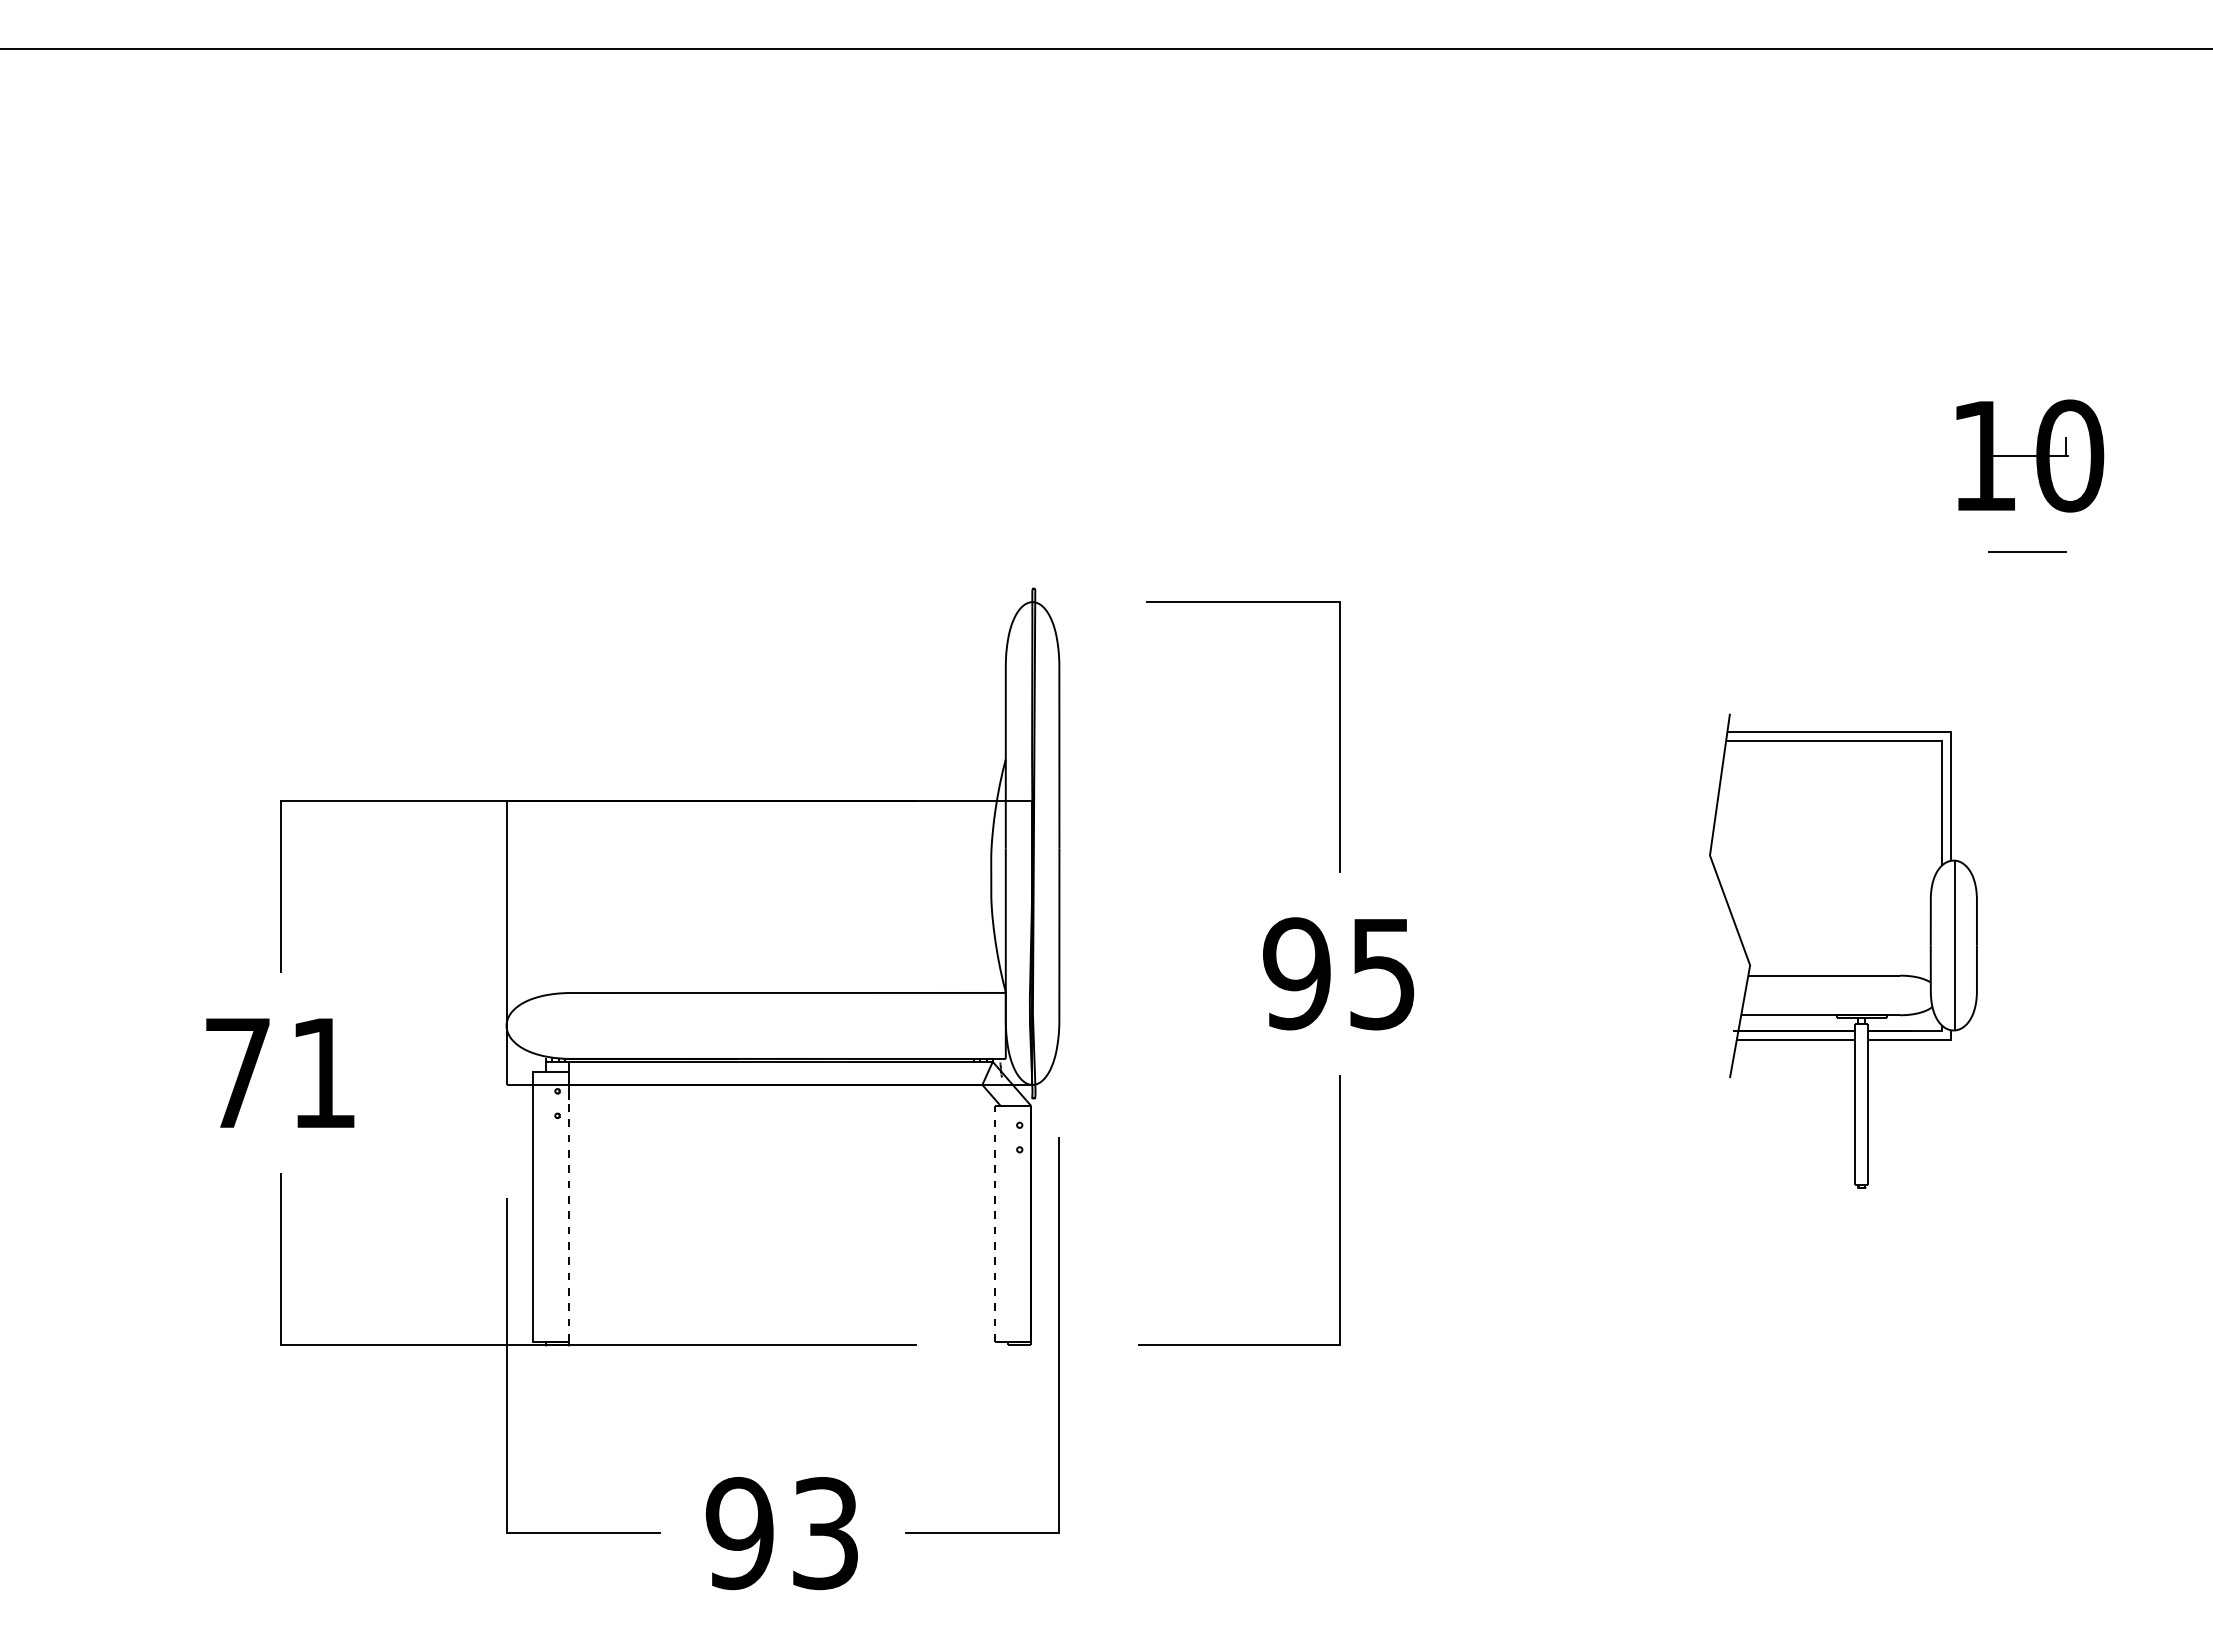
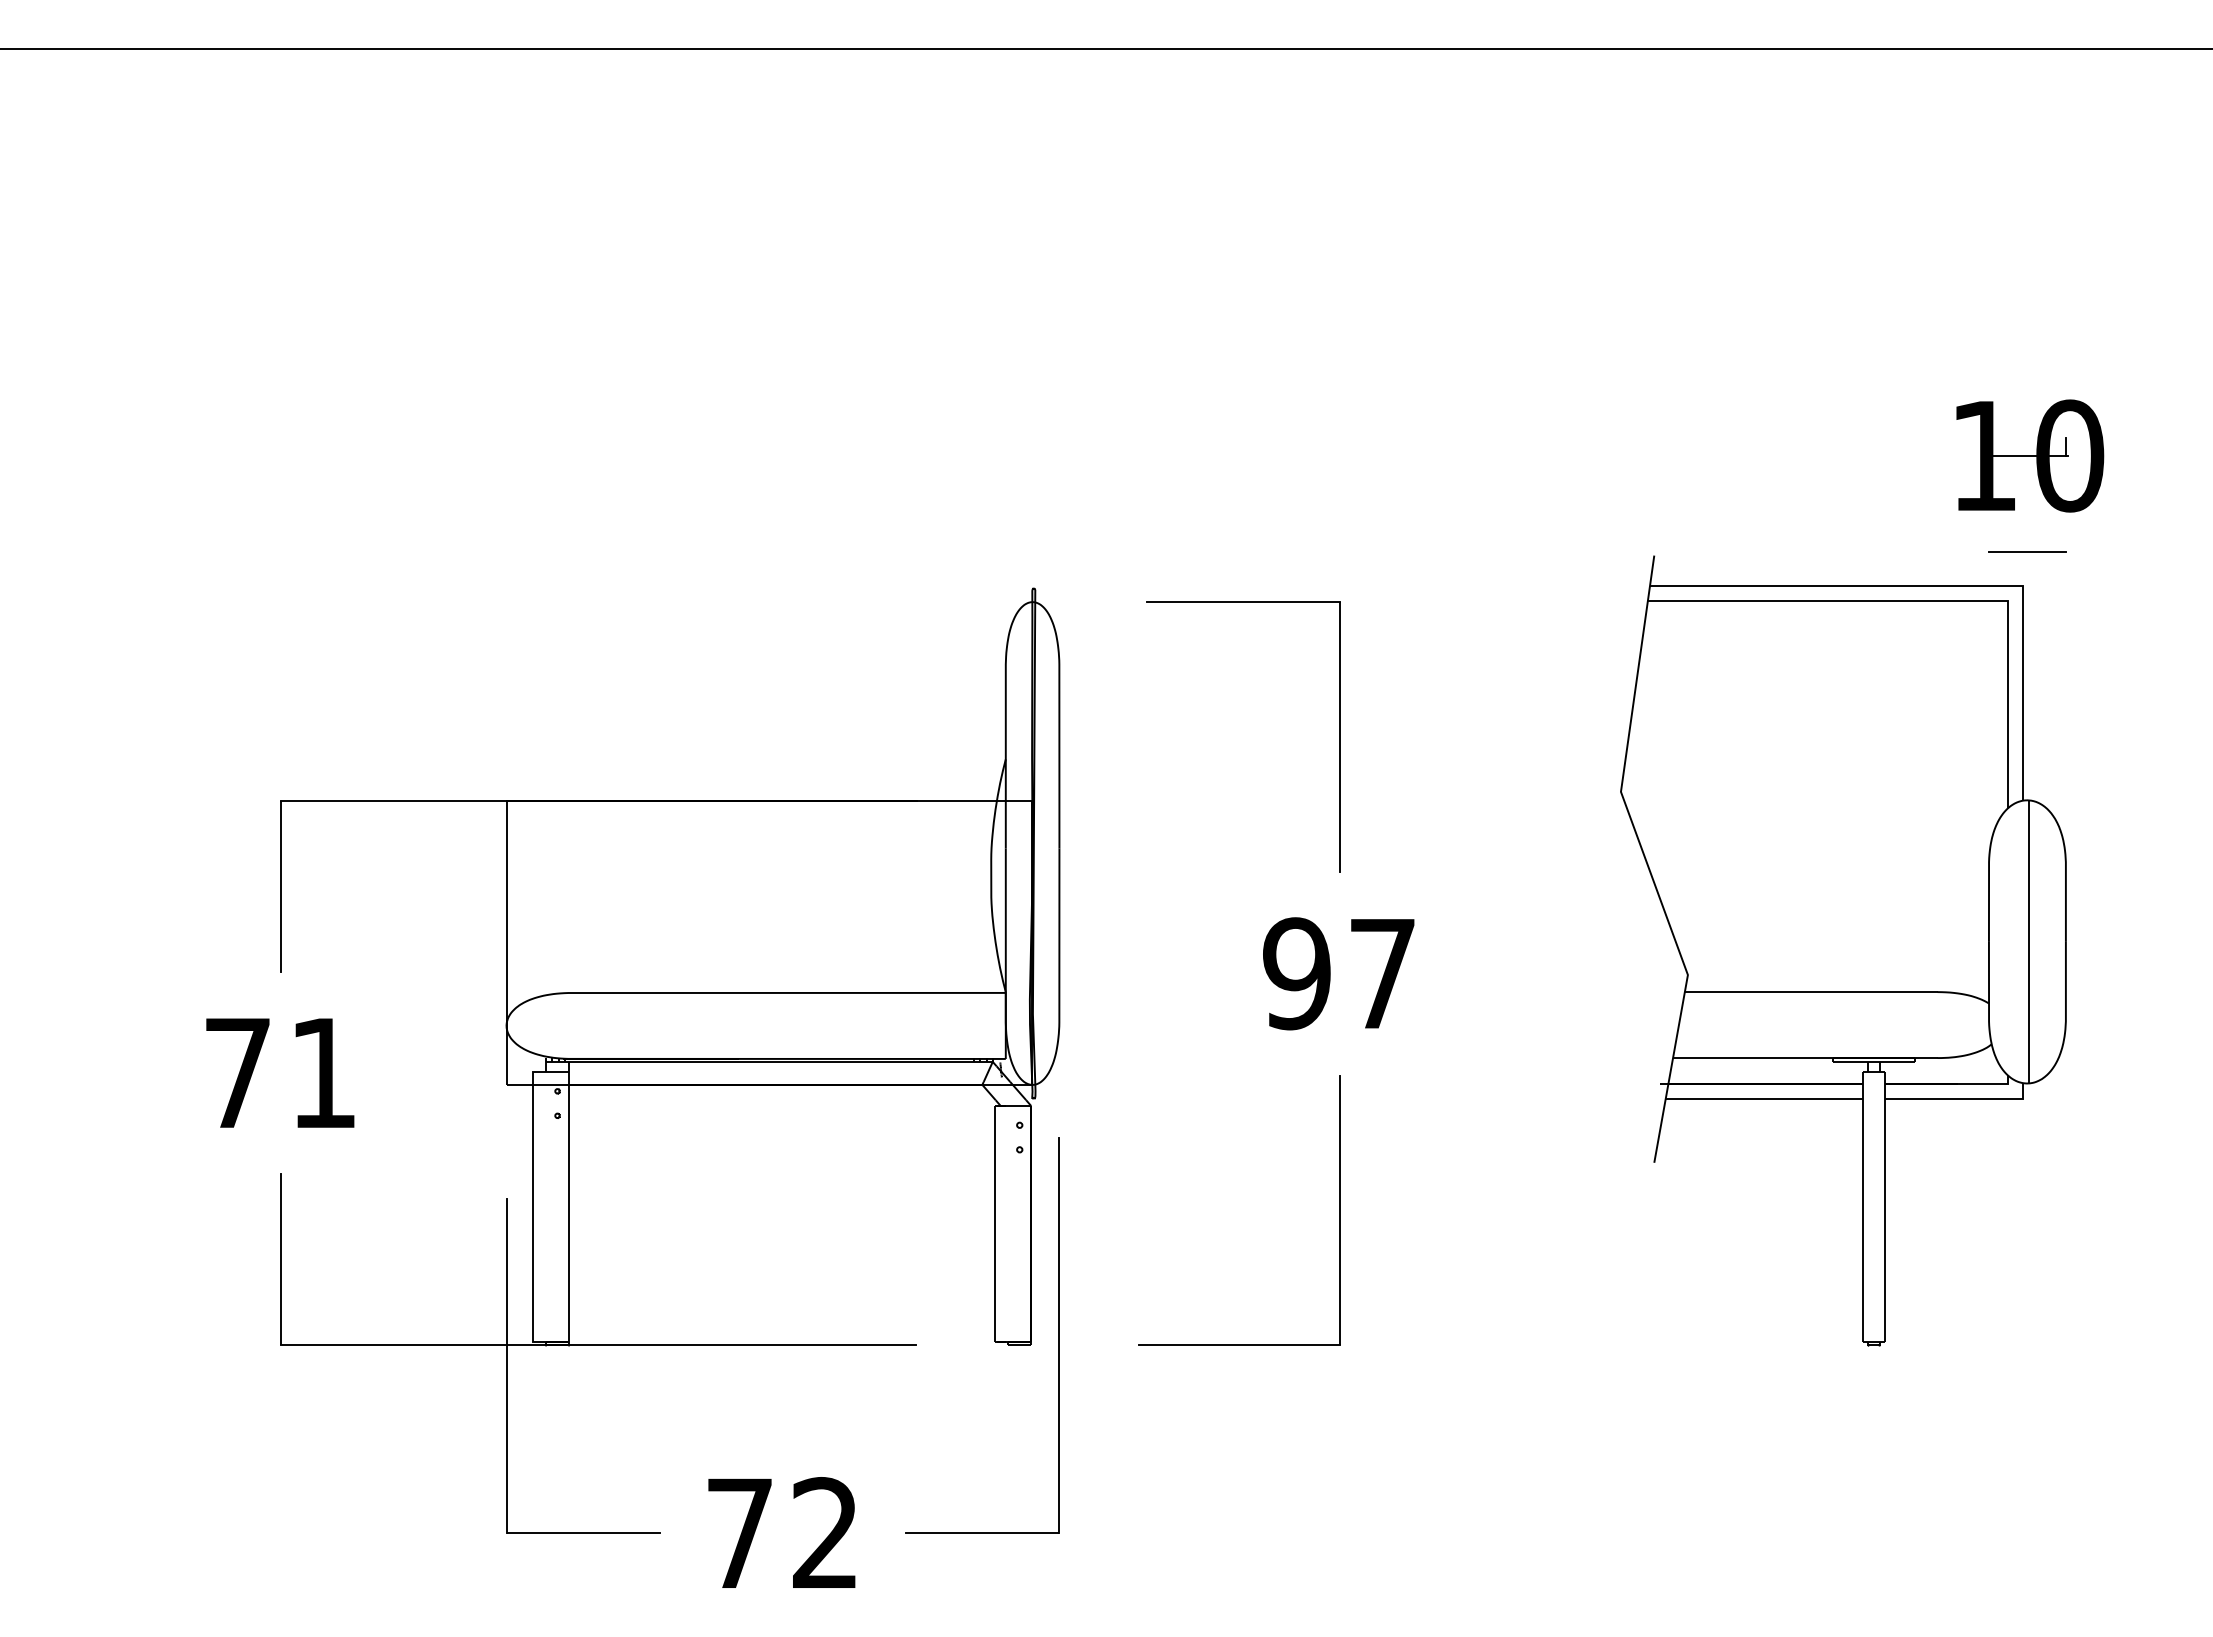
part at (1843, 950) size: 269x476 px -> 447x792 px
text at (1382, 974): 95 -> 97
line at (569, 1220): dashed -> solid
line at (995, 1223): dashed -> solid
text at (781, 1533): 93 -> 72
